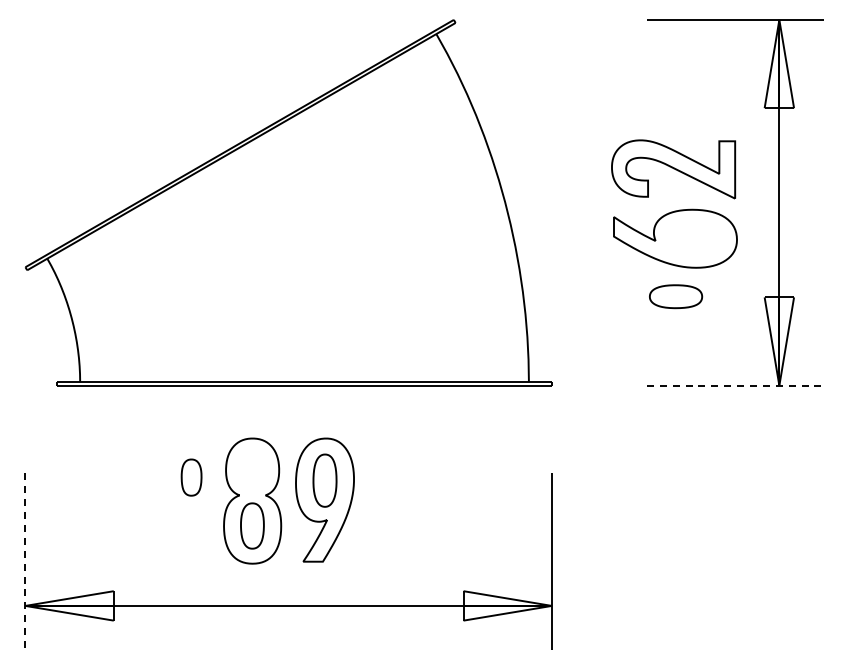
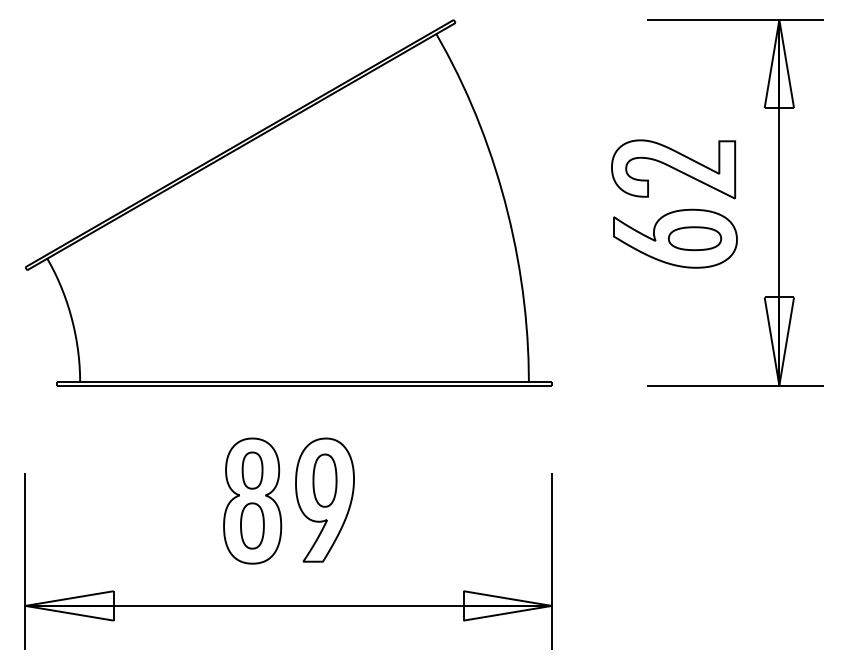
part at (676, 296) position: (676, 296) -> (695, 238)
line at (735, 385): dashed -> solid
part at (191, 477) position: (191, 477) -> (252, 470)
line at (25, 562): dashed -> solid
